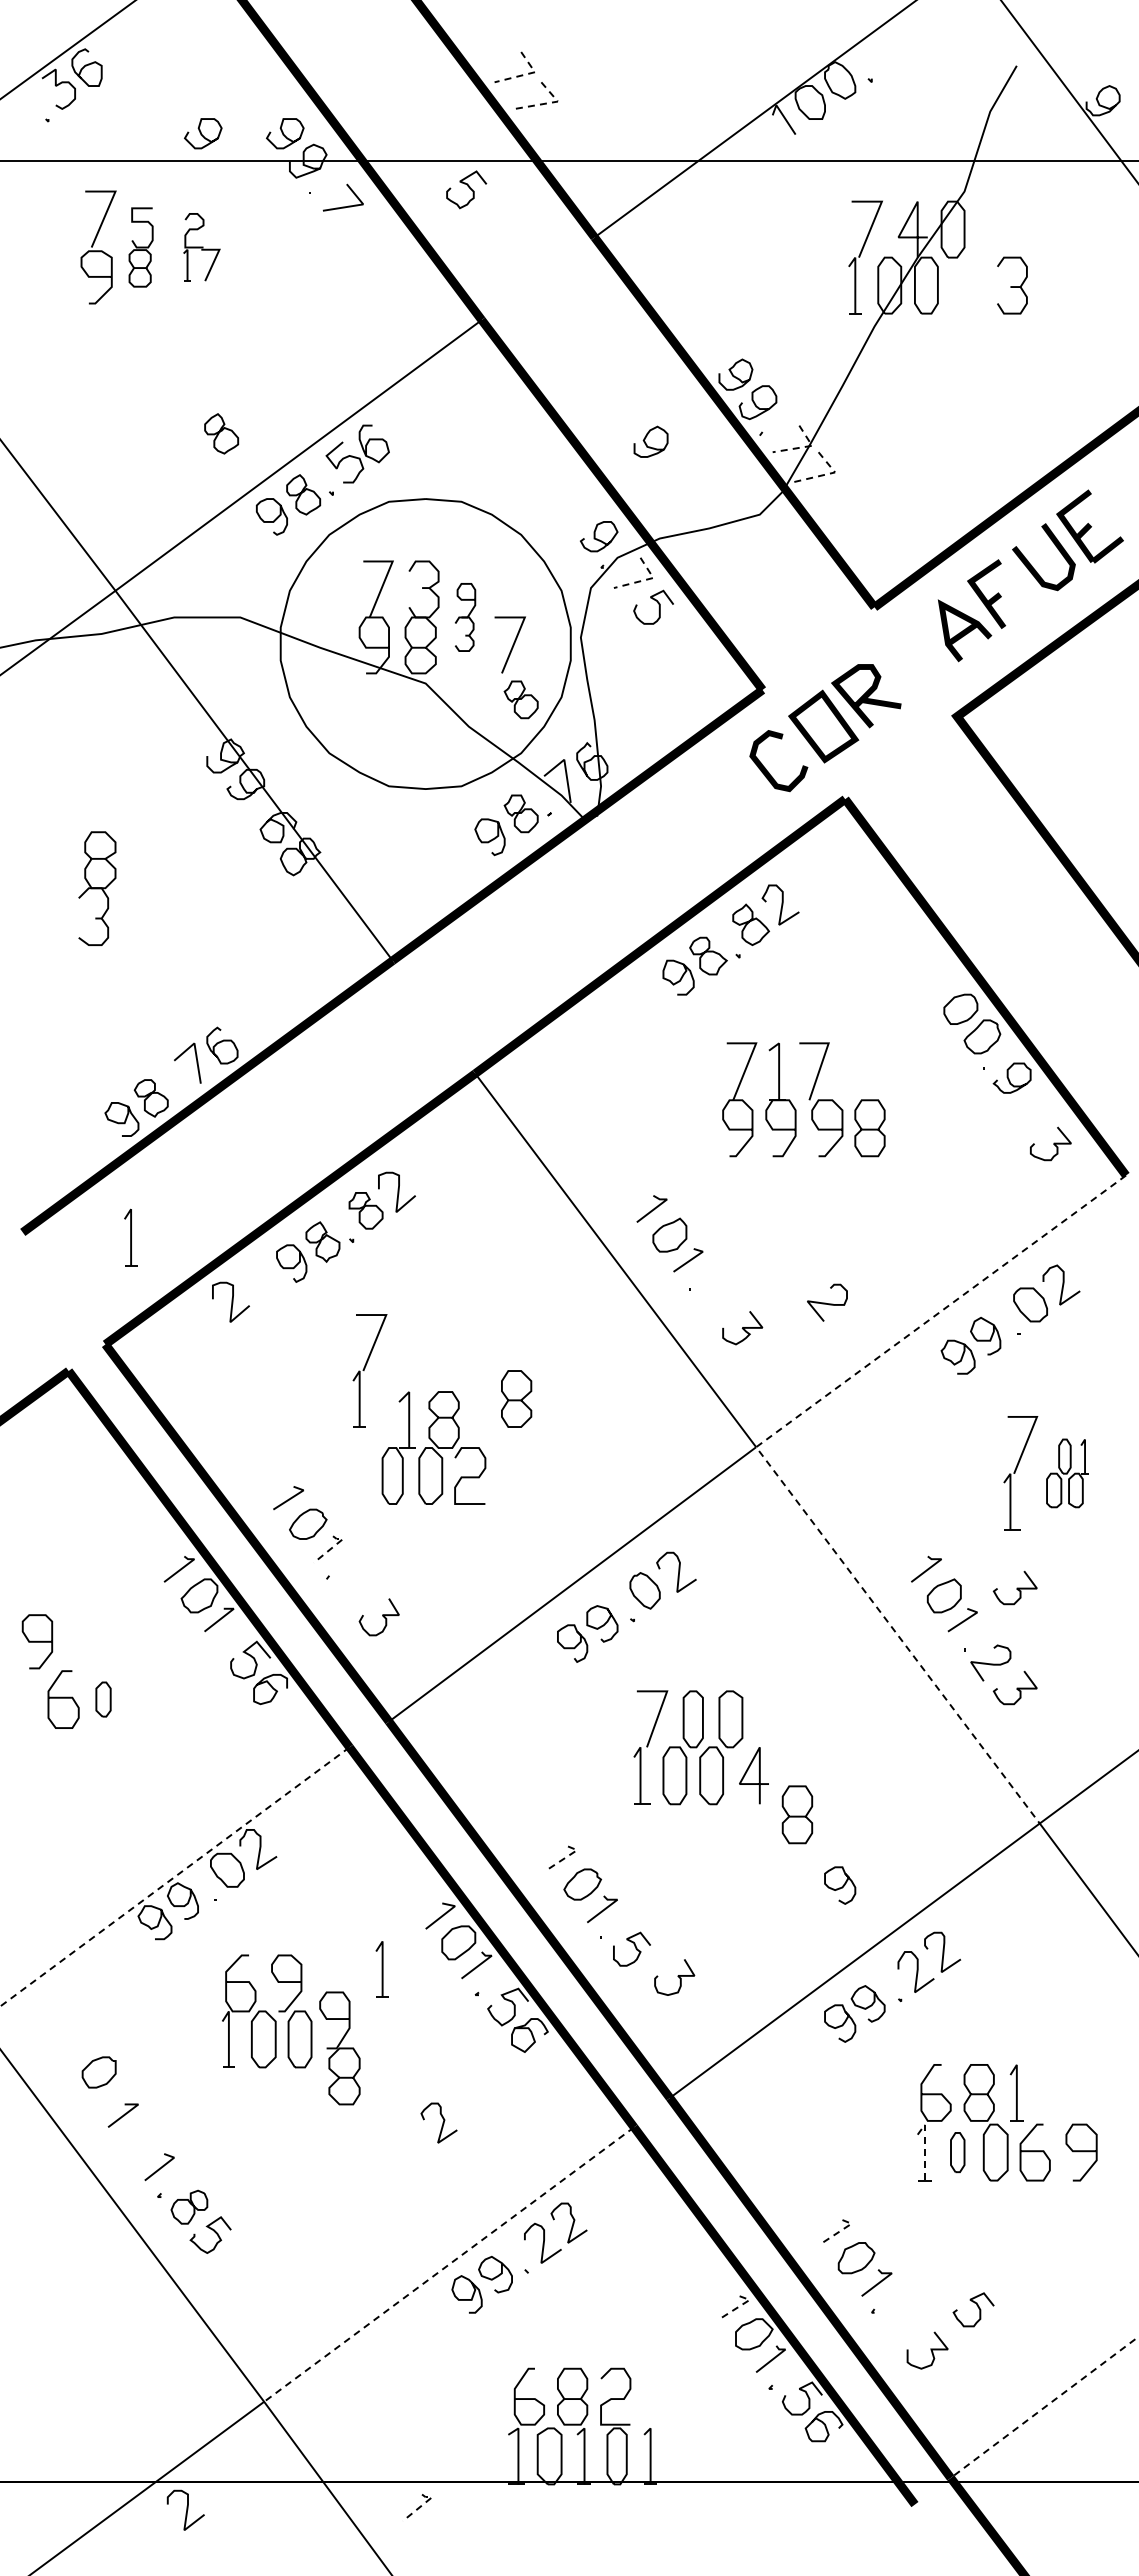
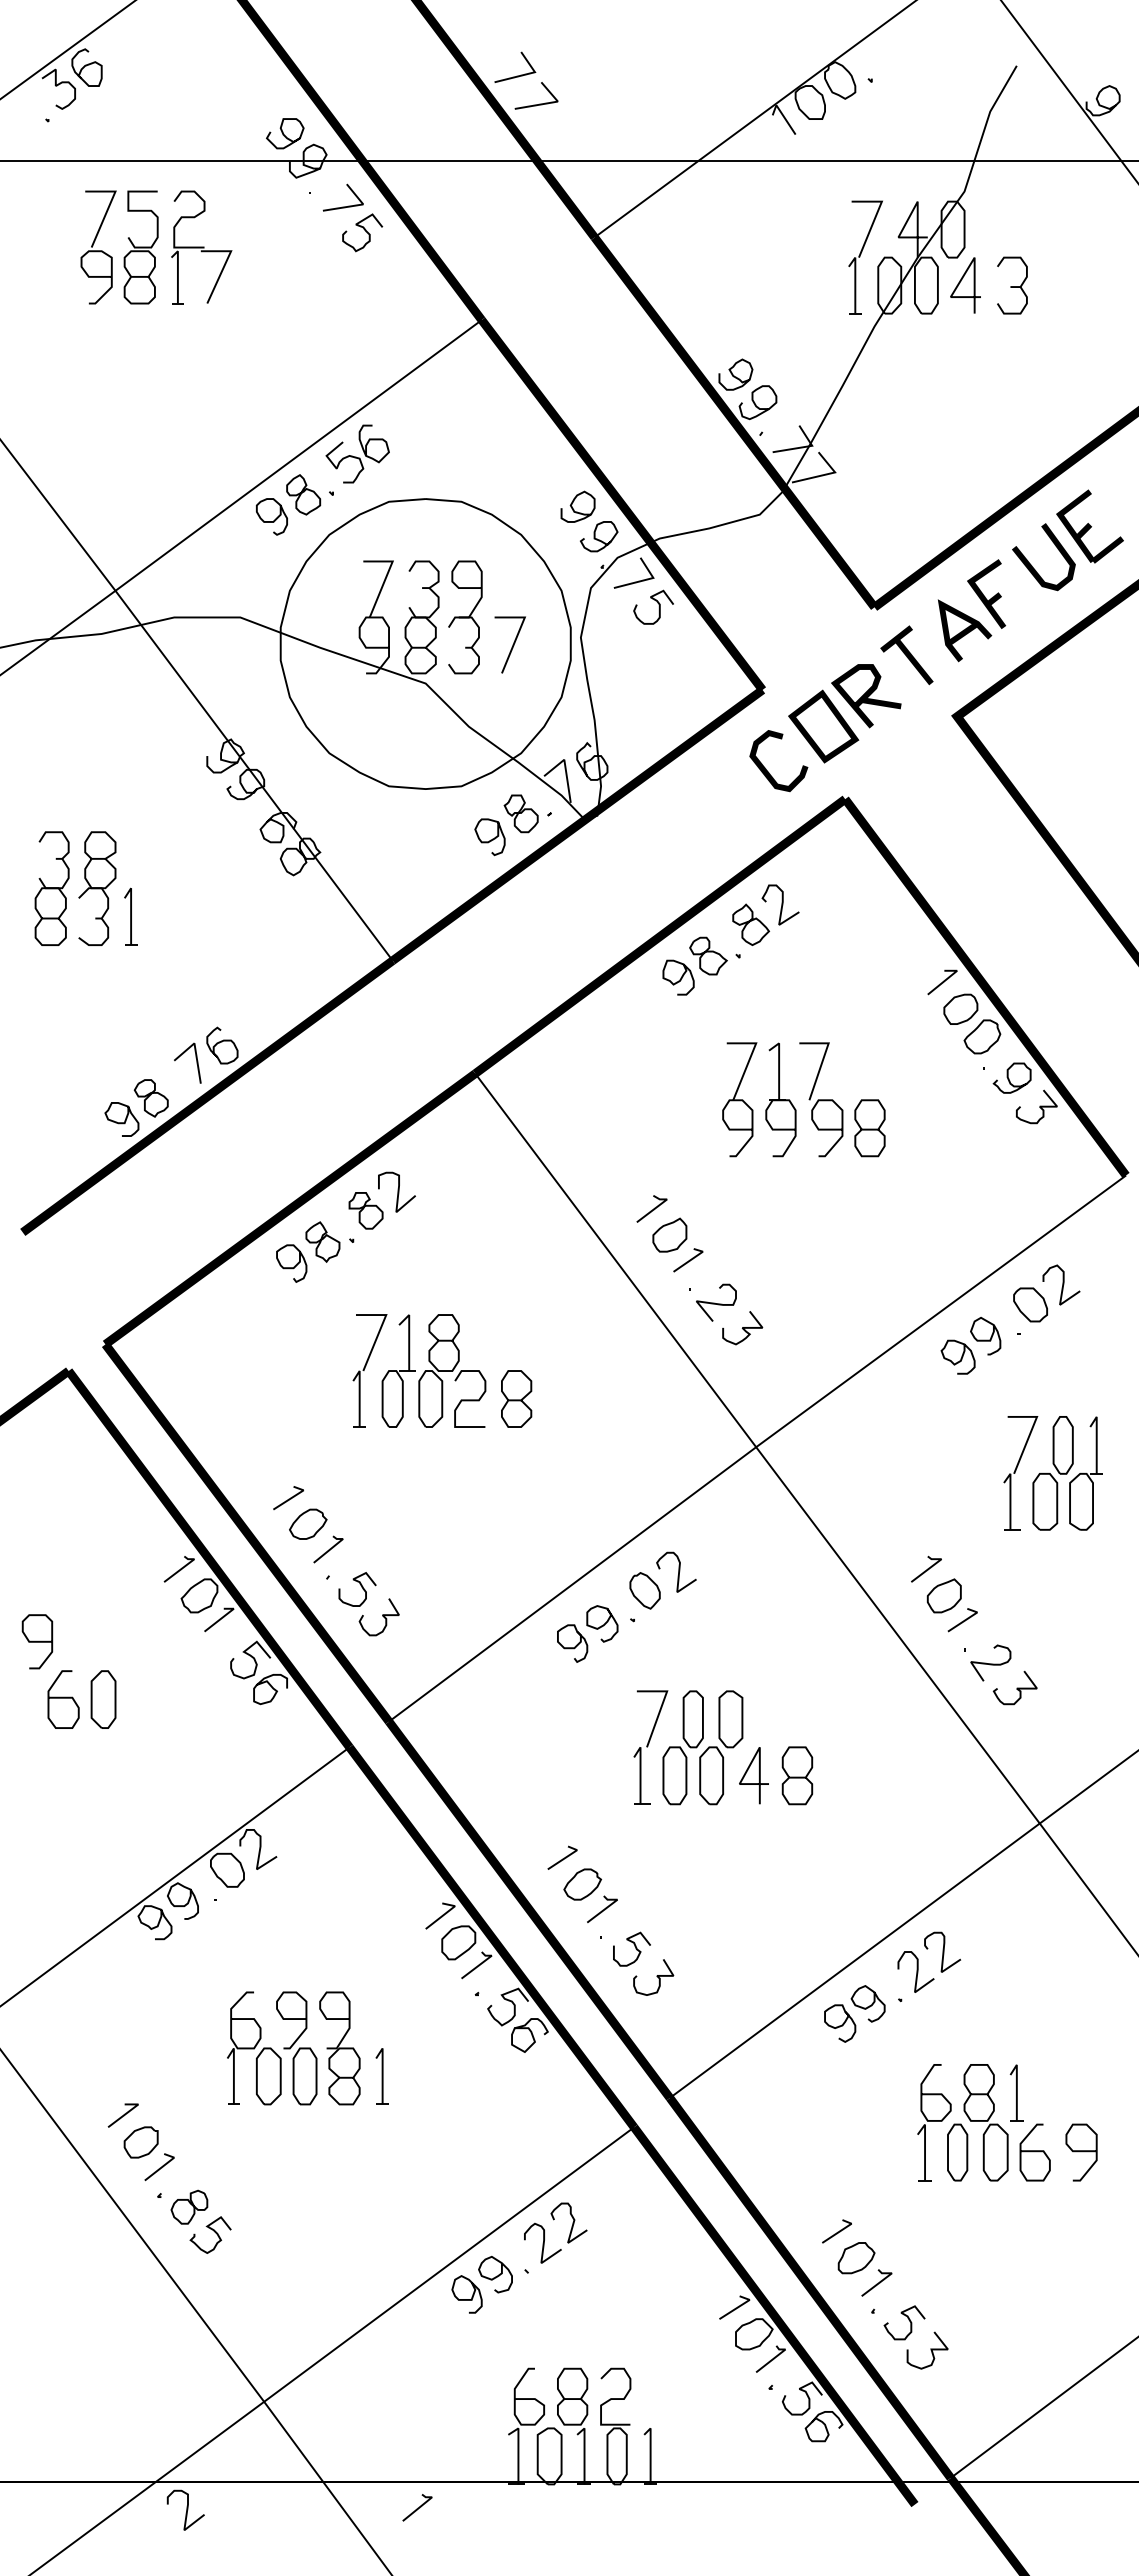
line at (527, 74): dashed -> solid
line at (549, 103): dashed -> solid
curve at (202, 134): present -> none
curve at (468, 187) position: (468, 187) -> (364, 230)
part at (140, 247) size: 26x81 px -> 36x115 px
part at (201, 247) size: 38x69 px -> 62x115 px
line at (960, 283): none -> present
part at (221, 433): present -> none
curve at (647, 444) position: (647, 444) -> (574, 509)
line at (804, 447): dashed -> solid
line at (826, 474): dashed -> solid
line at (645, 579): dashed -> solid
part at (465, 617) size: 23x69 px -> 35x115 px
part at (906, 655): none -> present
part at (520, 699): present -> none
part at (51, 888): none -> present
line at (942, 982): none -> present
curve at (1053, 1143) position: (1053, 1143) -> (1039, 1106)
part at (130, 1237) position: (130, 1237) -> (130, 916)
curve at (231, 1301): present -> none
curve at (827, 1303) position: (827, 1303) -> (716, 1303)
part at (433, 1447) position: (433, 1447) -> (433, 1370)
line at (759, 1451): dashed -> solid
part at (1067, 1473) size: 43x71 px -> 71x115 px
line at (333, 1546): dashed -> solid
curve at (361, 1587): none -> present
curve at (1016, 1588): present -> none
part at (103, 1699) size: 17x37 px -> 27x59 px
curve at (797, 1815) position: (797, 1815) -> (797, 1776)
line at (566, 1857): dashed -> solid
line at (174, 1877): dashed -> solid
curve at (841, 1886): present -> none
part at (381, 1969) position: (381, 1969) -> (381, 2076)
curve at (677, 1976) position: (677, 1976) -> (656, 1976)
part at (267, 2011) position: (267, 2011) -> (272, 2048)
part at (98, 2072) position: (98, 2072) -> (140, 2142)
curve at (442, 2122): present -> none
line at (925, 2145): dashed -> solid
part at (957, 2152) size: 16x42 px -> 22x59 px
line at (841, 2230): dashed -> solid
line at (448, 2264): dashed -> solid
line at (739, 2306): dashed -> solid
curve at (977, 2307) position: (977, 2307) -> (908, 2320)
line at (1044, 2407): dashed -> solid
line at (422, 2504): dashed -> solid
